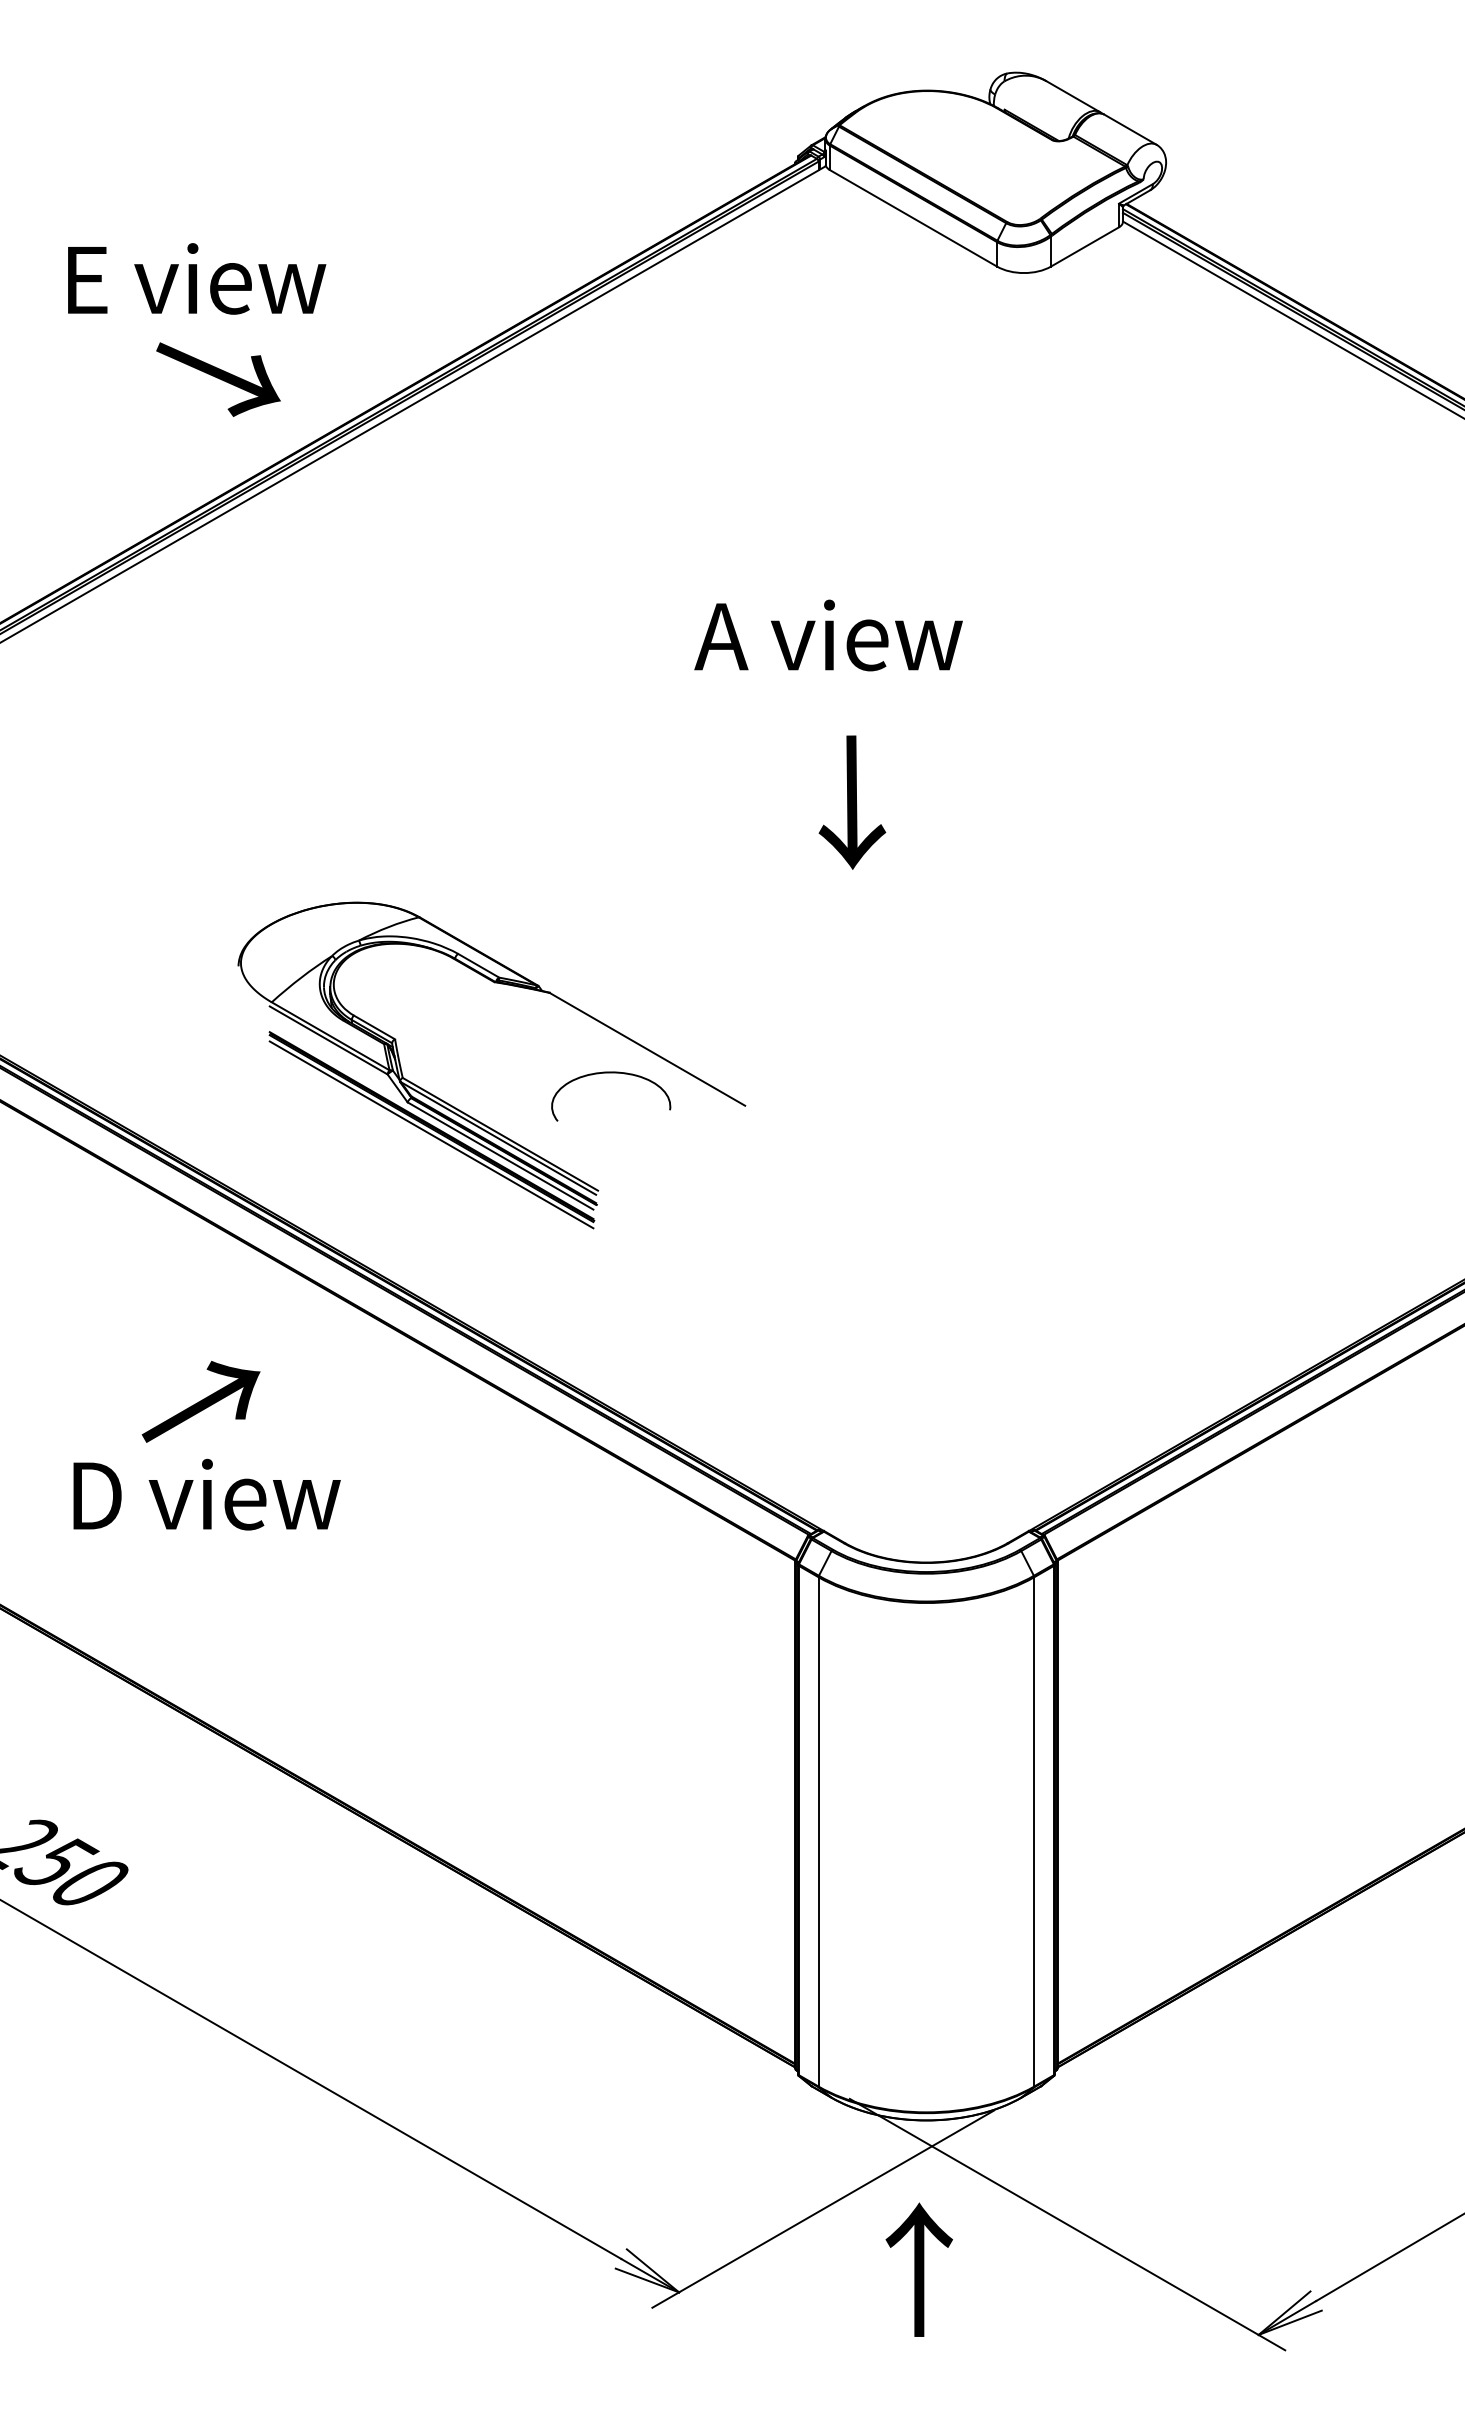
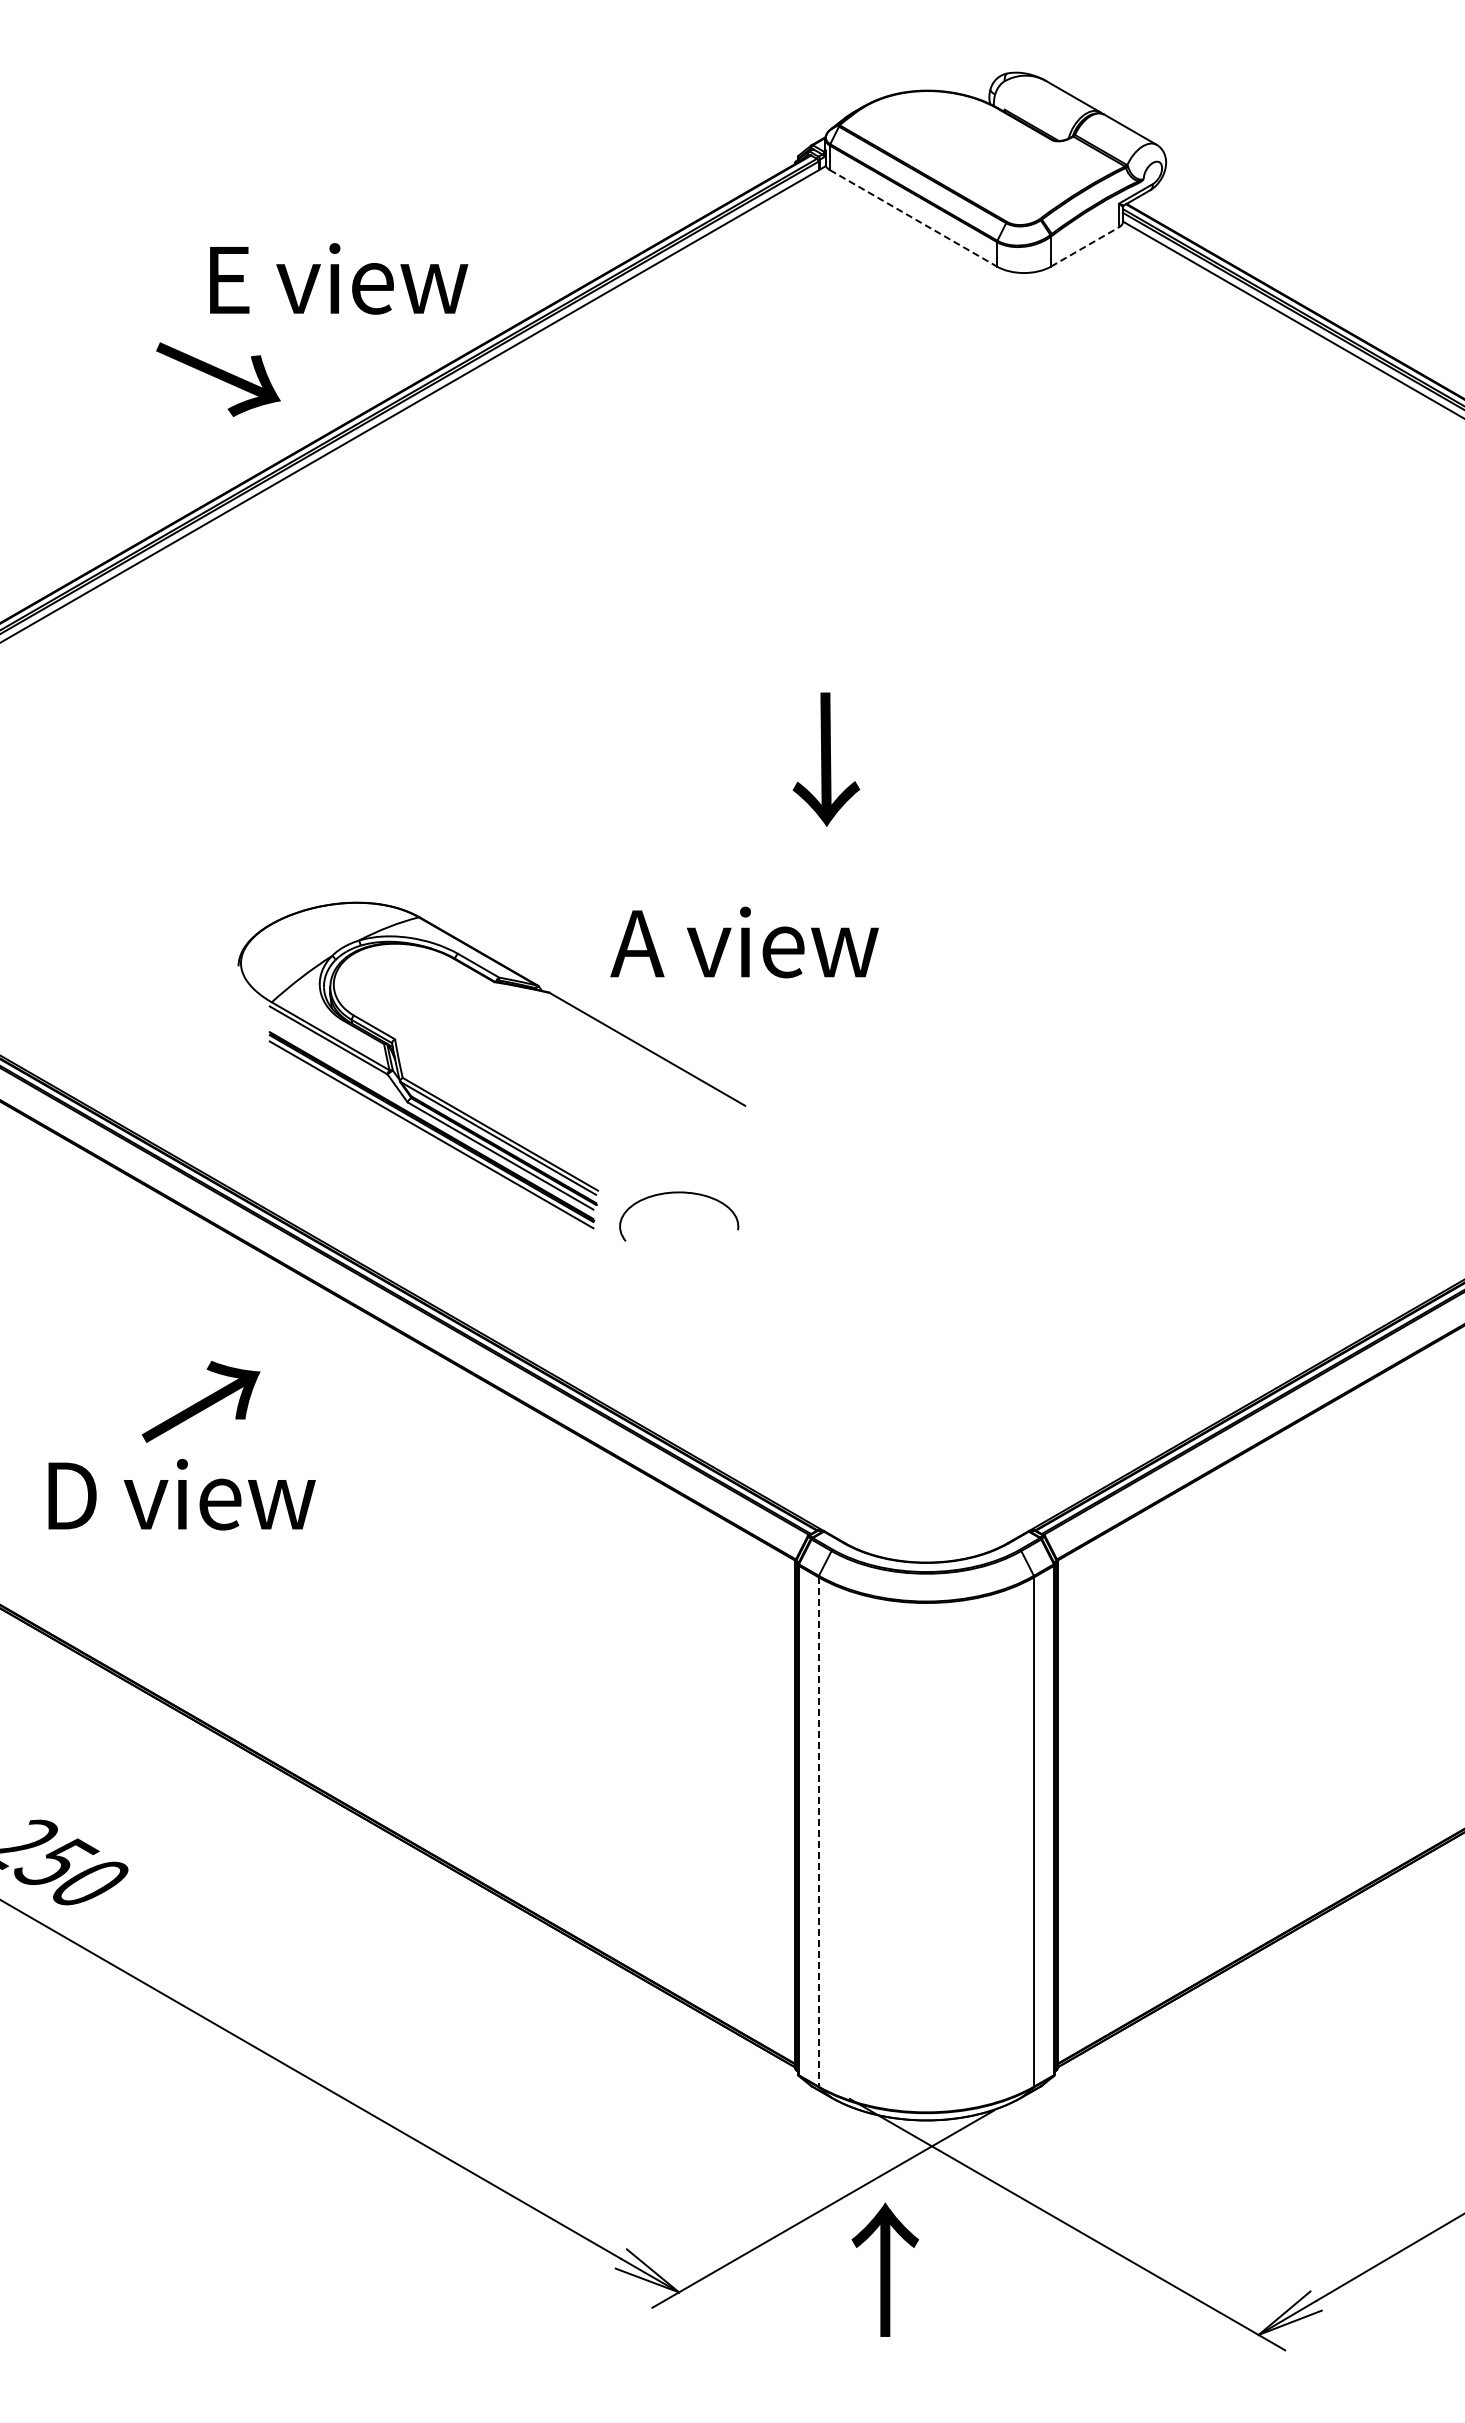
line at (913, 218): solid -> dashed
line at (1085, 246): solid -> dashed
text at (197, 278) position: (197, 278) -> (339, 278)
text at (828, 635) position: (828, 635) -> (744, 942)
text at (852, 802) position: (852, 802) -> (826, 759)
curve at (611, 1073) position: (611, 1073) -> (679, 1193)
text at (206, 1494) position: (206, 1494) -> (181, 1494)
line at (818, 1831): solid -> dashed
text at (918, 2269) position: (918, 2269) -> (884, 2269)
